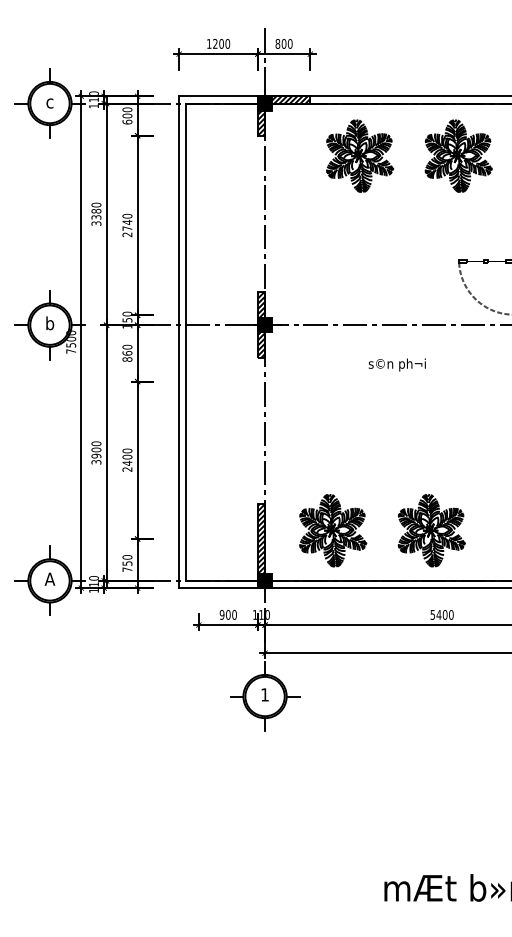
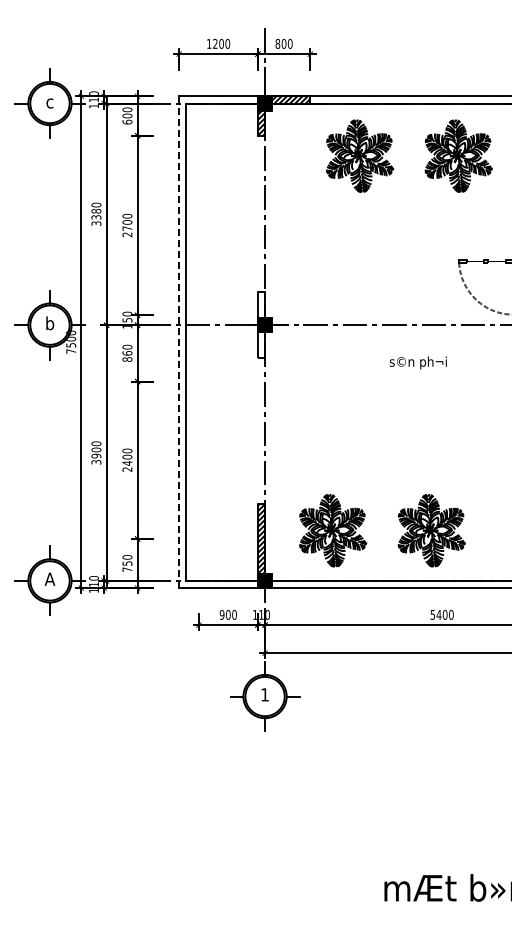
text at (127, 221): 2740 -> 2700
hatch at (261, 324): present -> none
line at (179, 342): solid -> dashed
text at (396, 364) position: (396, 364) -> (417, 362)
